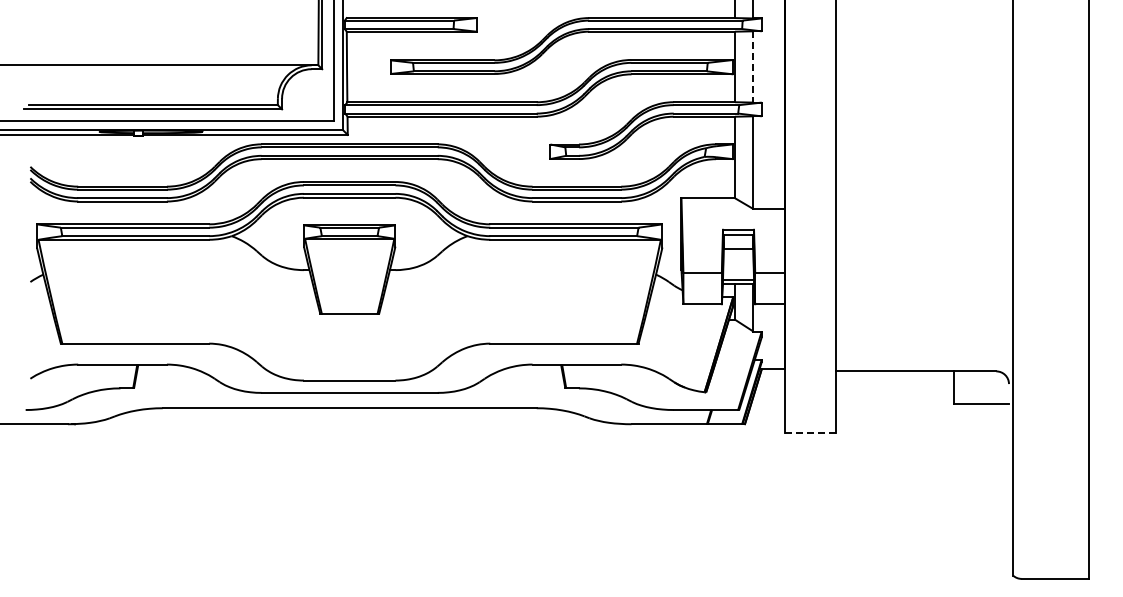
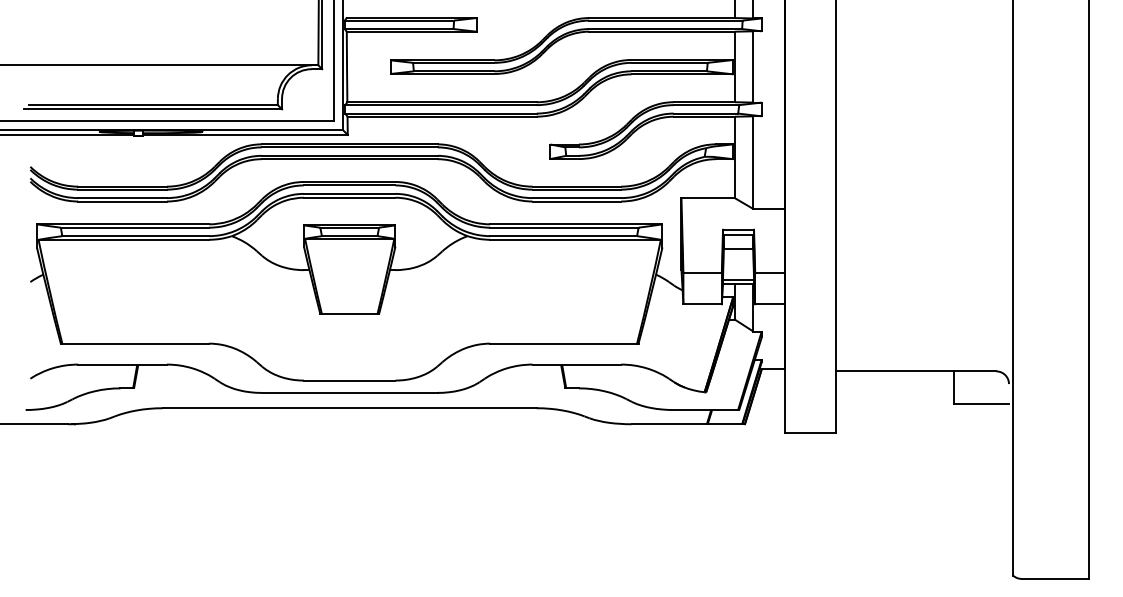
line at (753, 66): dashed -> solid
line at (809, 432): dashed -> solid
